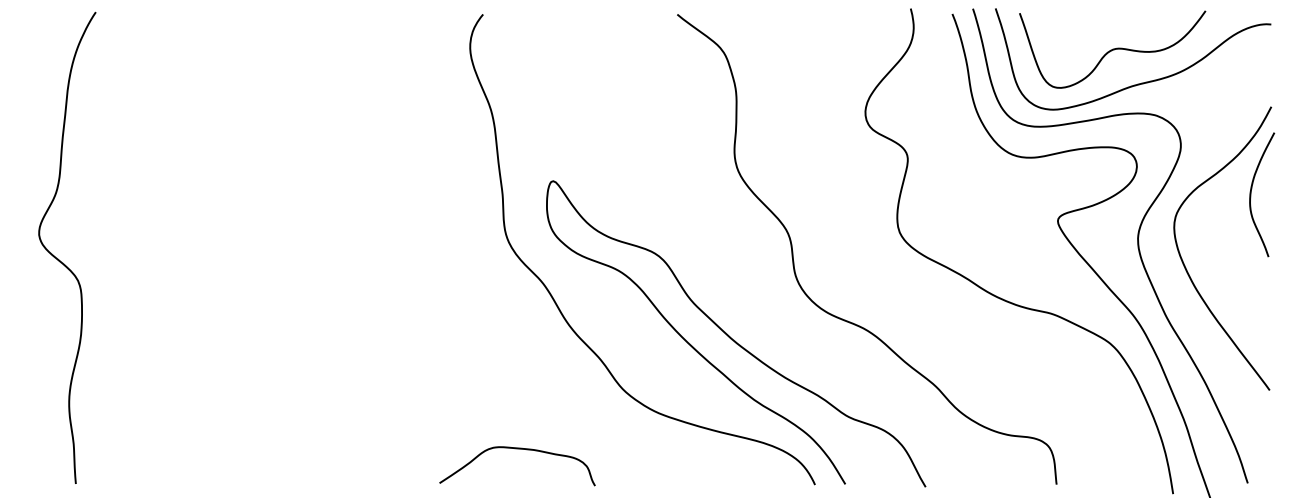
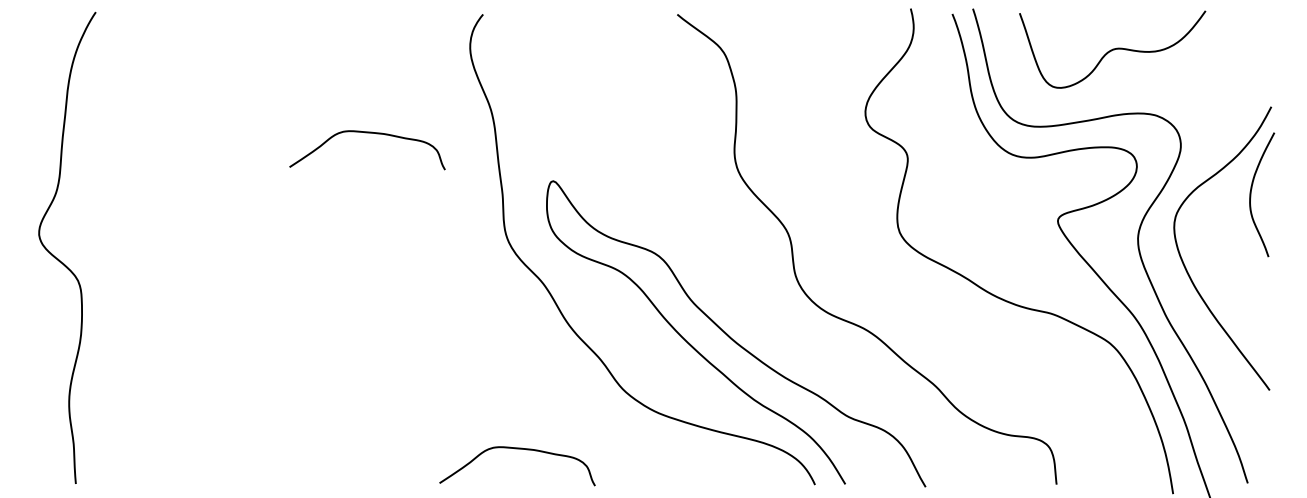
curve at (1137, 83): present -> none
curve at (367, 133): none -> present
